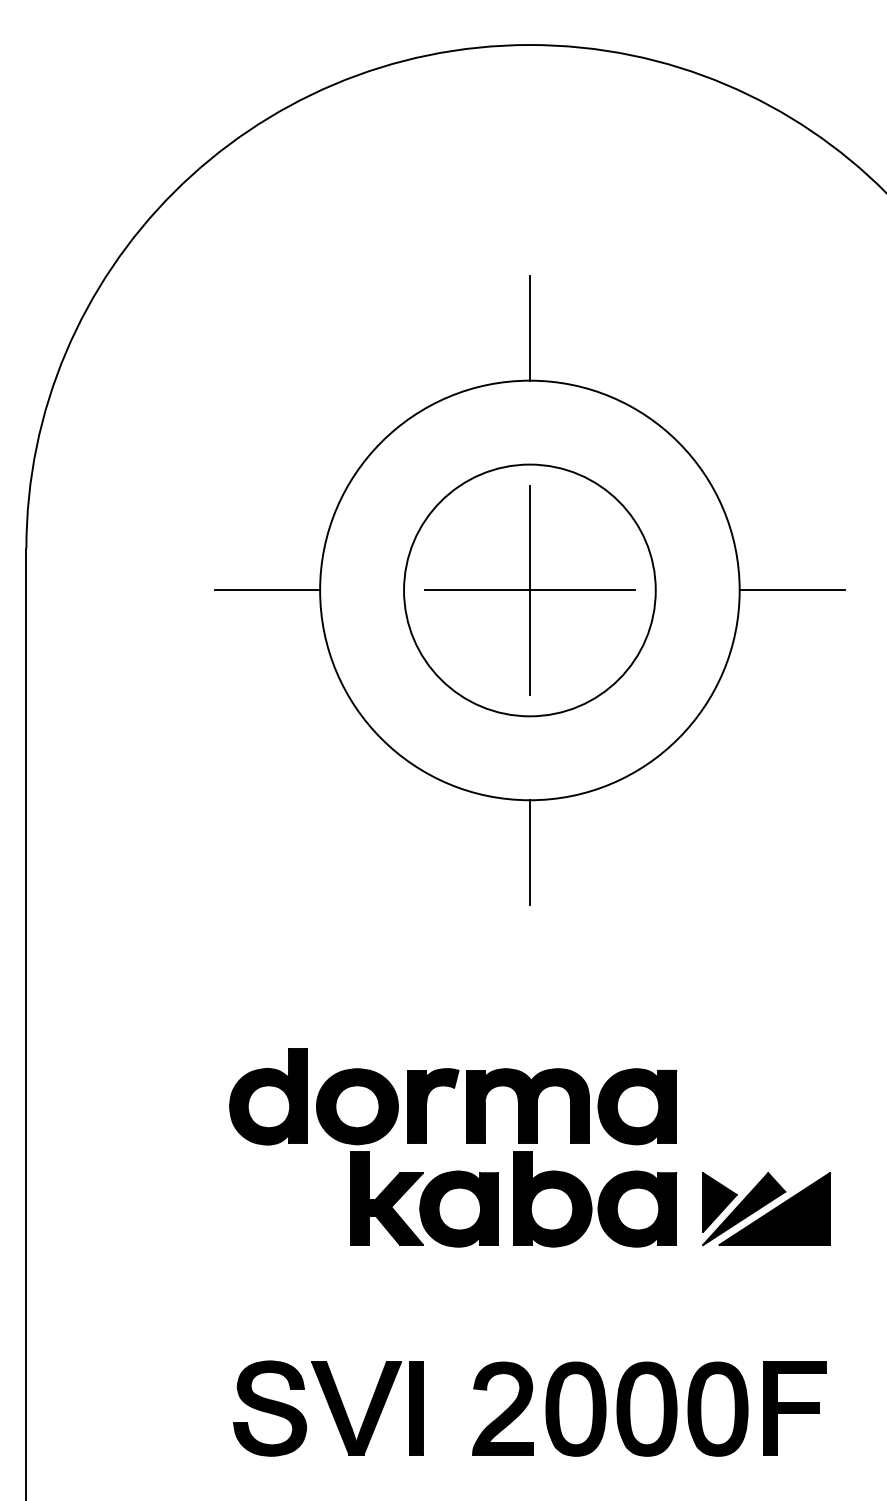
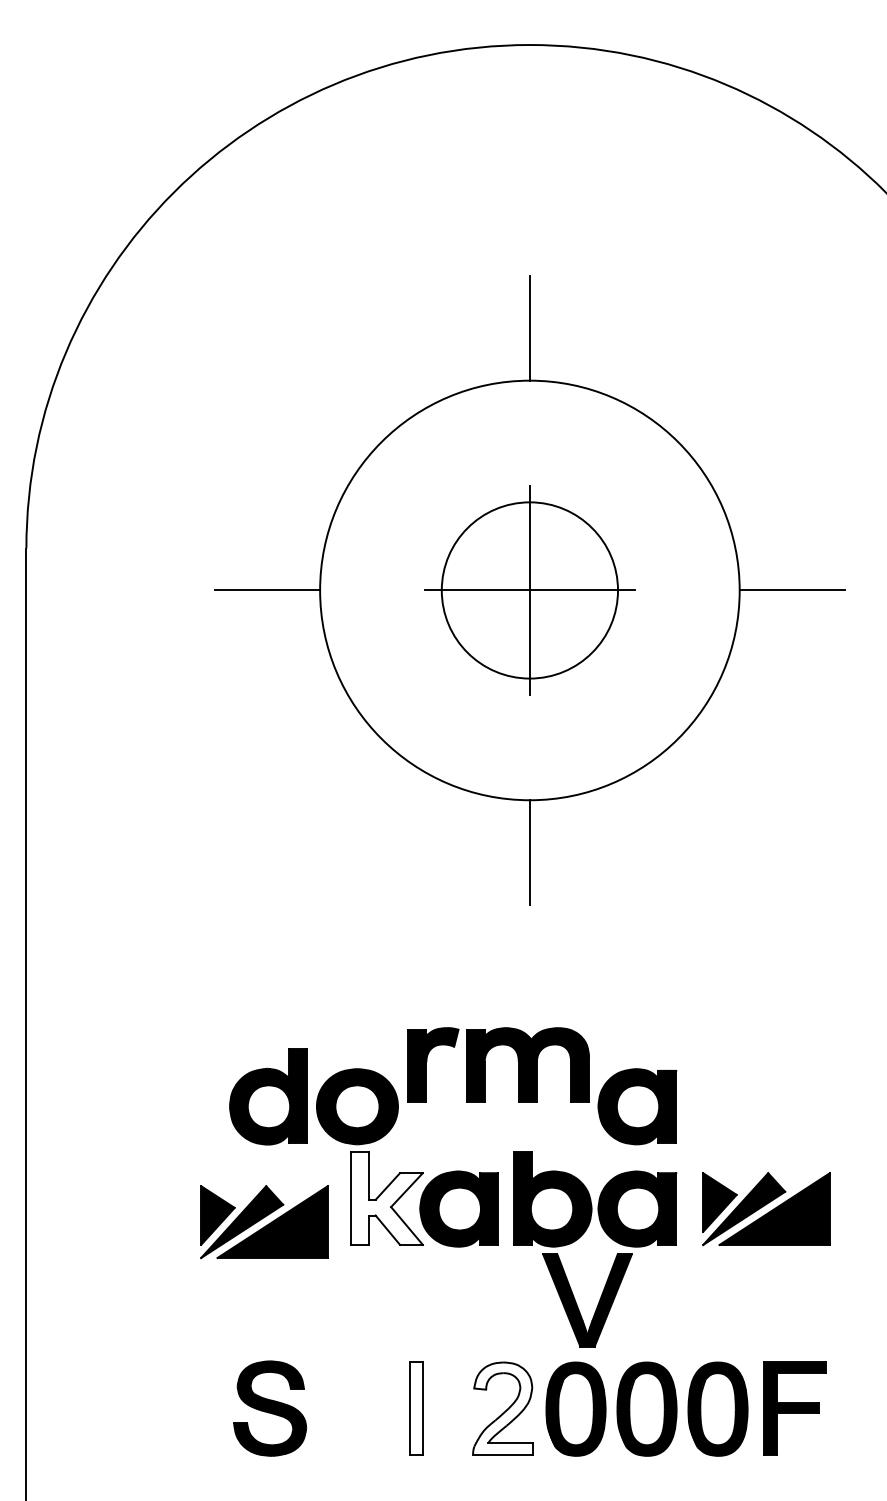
circle at (529, 590) diameter: 252 px -> 176 px
part at (485, 1105) position: (485, 1105) -> (485, 1064)
fill at (386, 1198): present -> none
part at (264, 1222): none -> present
fill at (416, 1408): present -> none
fill at (503, 1408): present -> none
part at (346, 1412) position: (346, 1412) -> (577, 1304)
